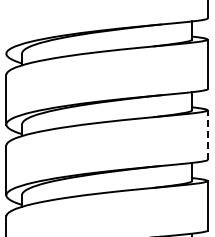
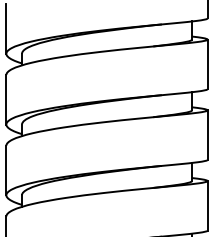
line at (6, 28): none -> present
line at (207, 135): dashed -> solid
